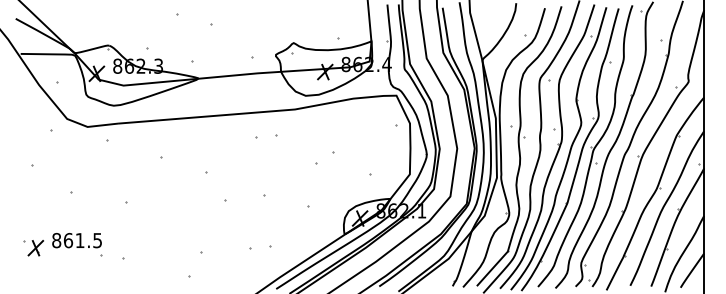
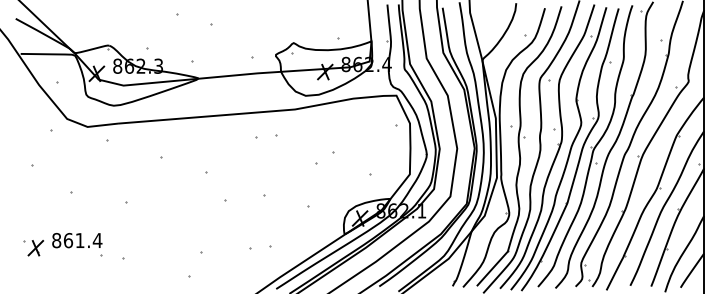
text at (97, 240): 861.5 -> 861.4
